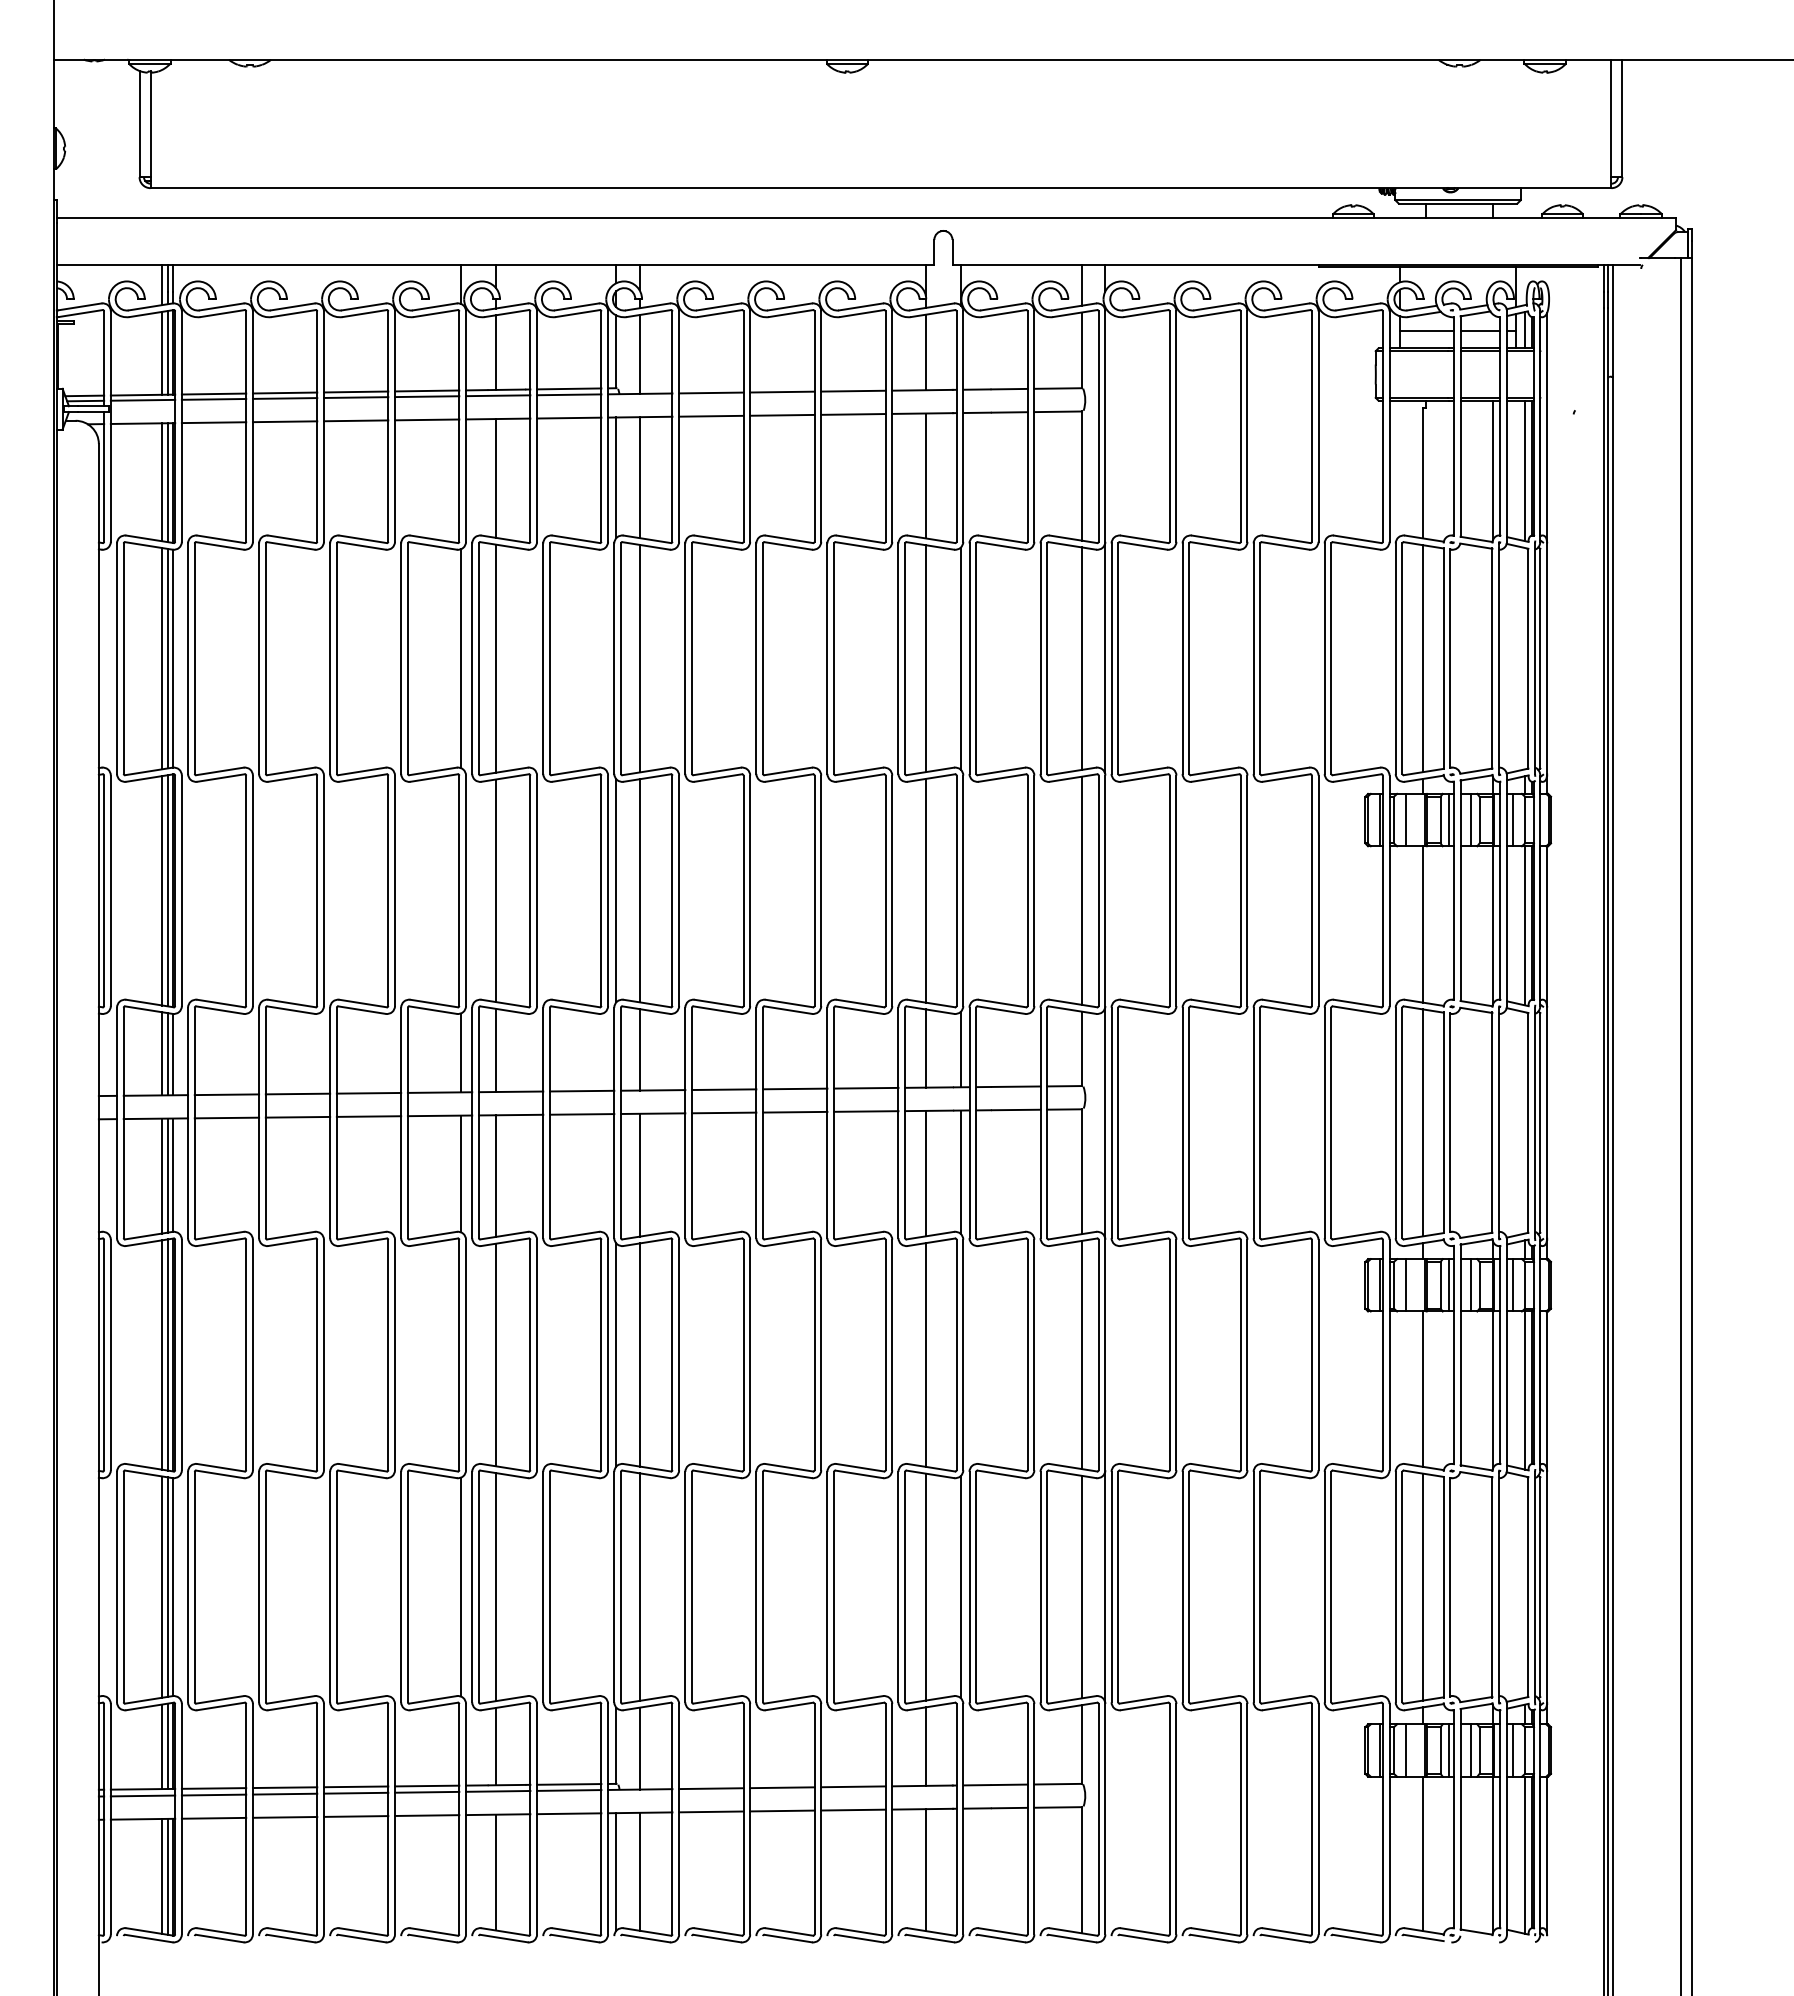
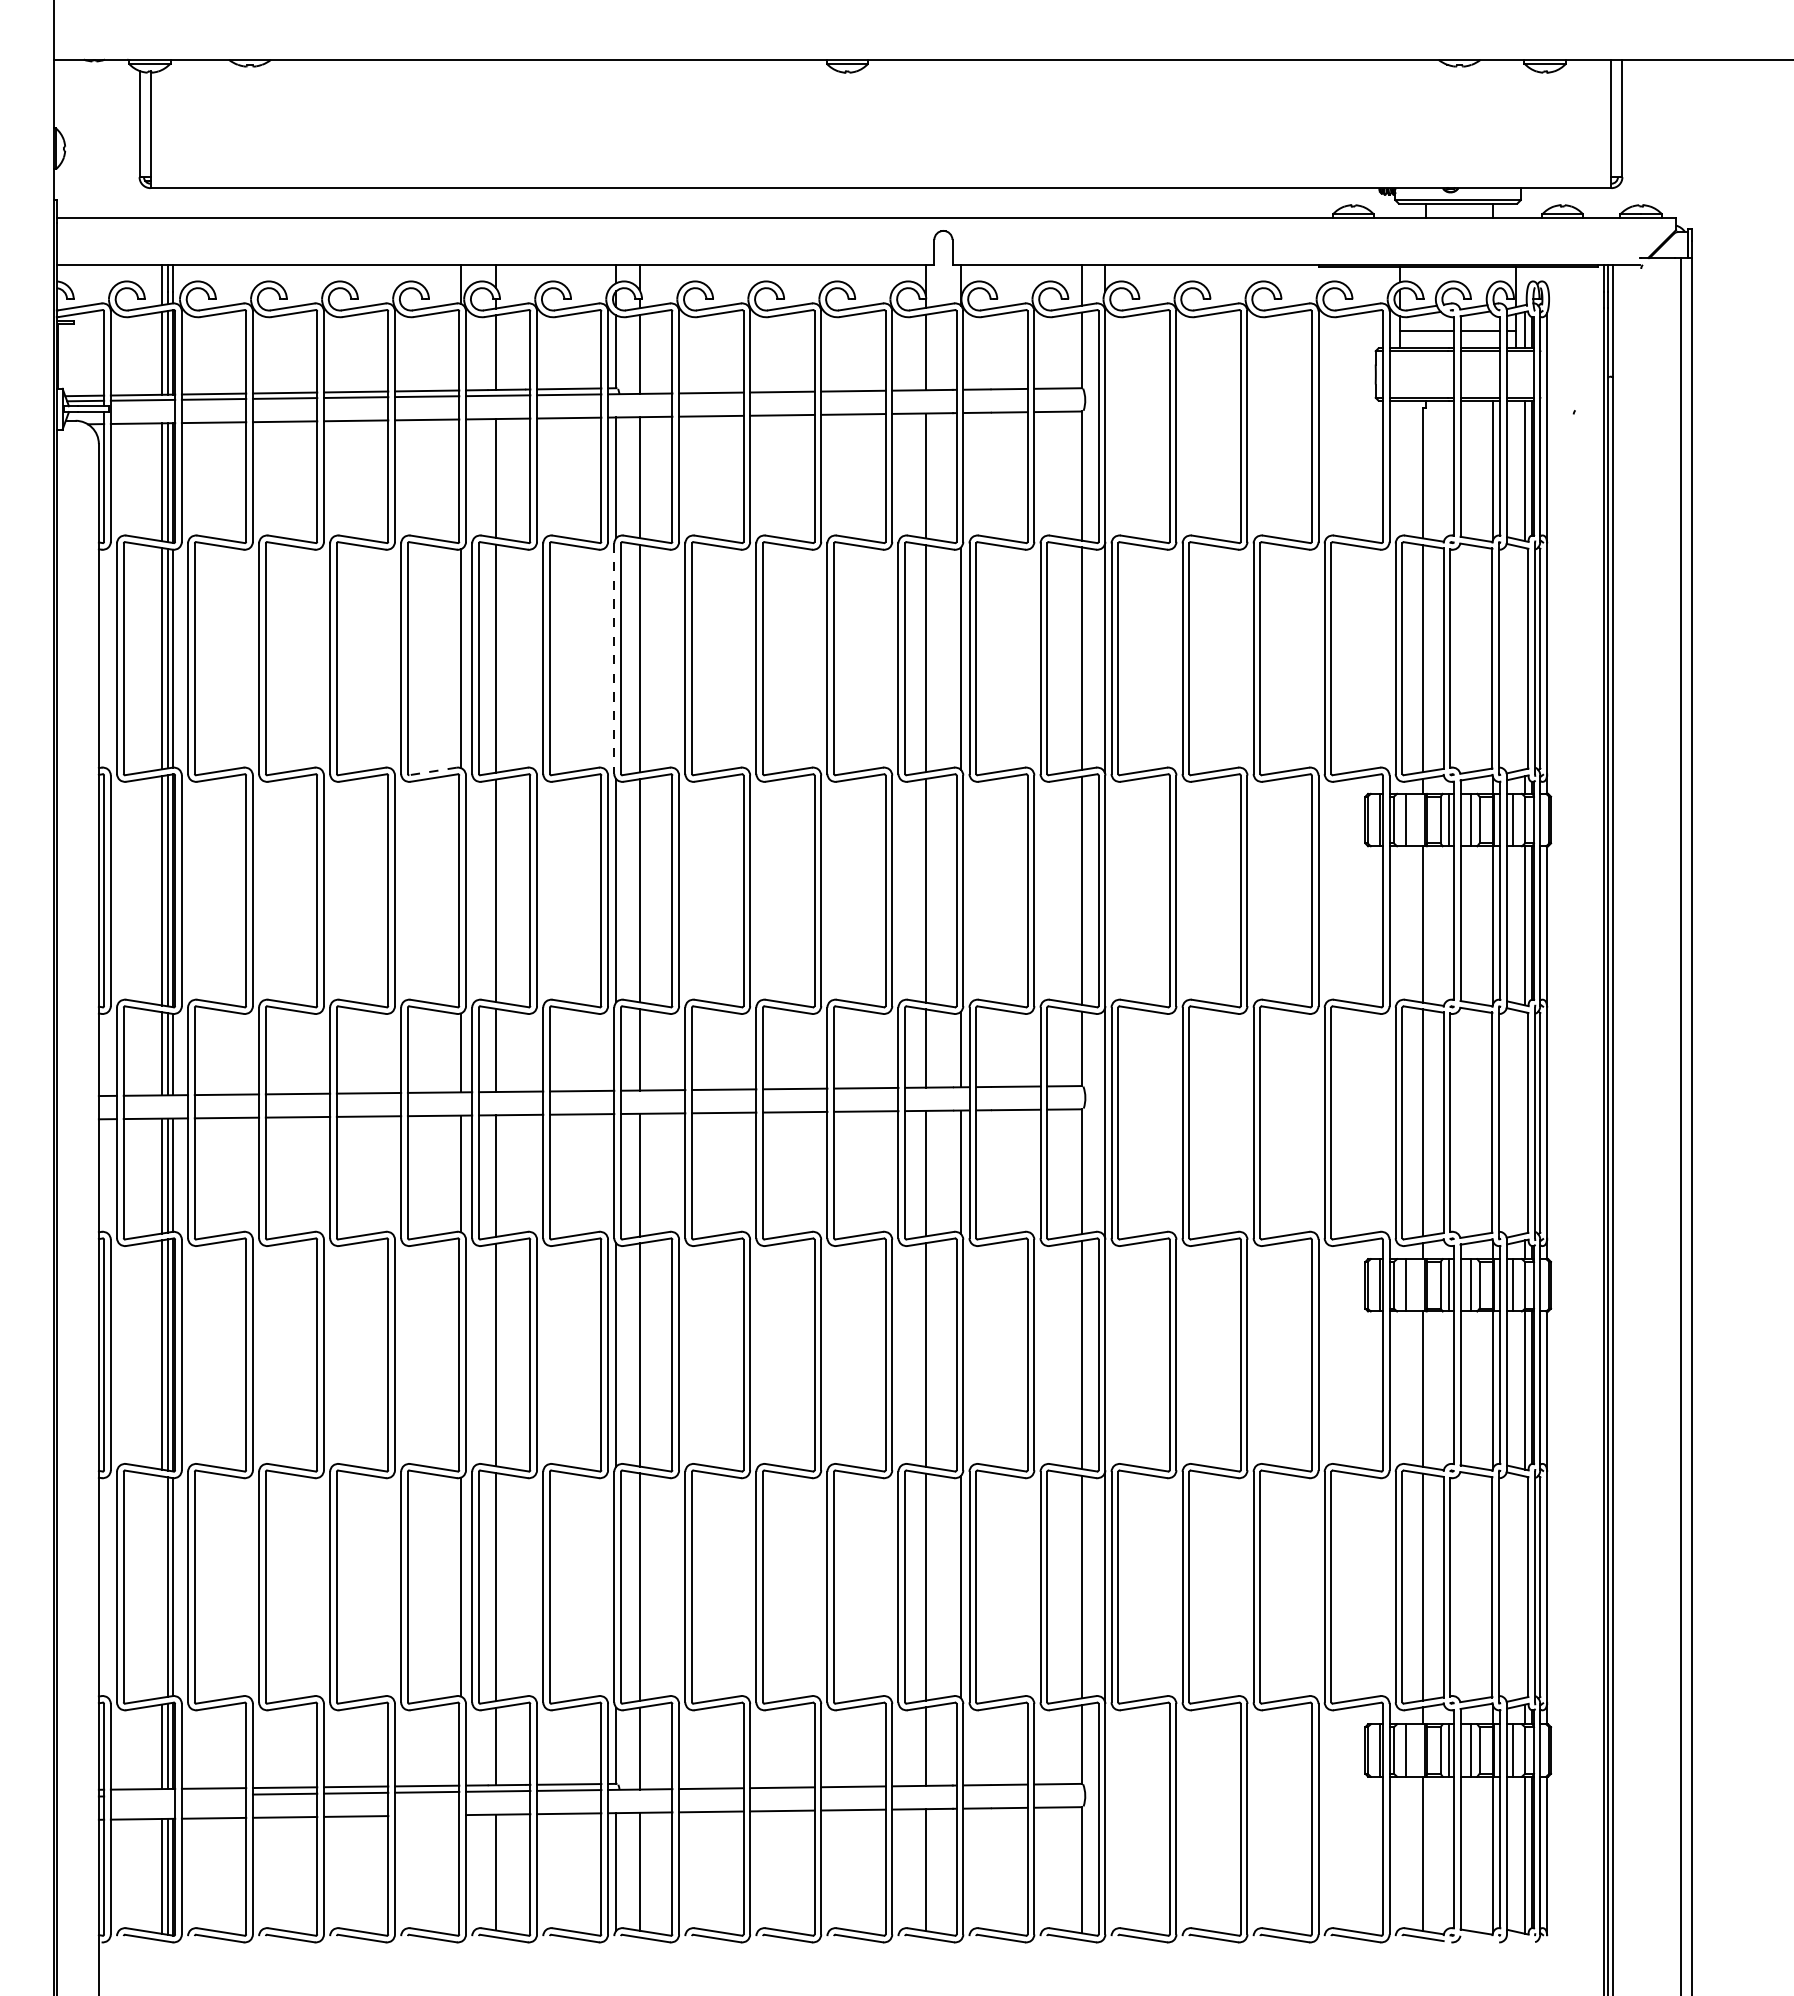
line at (614, 659): solid -> dashed
line at (433, 771): solid -> dashed
line at (162, 1586): present -> none
line at (213, 1794): present -> none
line at (142, 1795): present -> none
line at (427, 1815): present -> none
